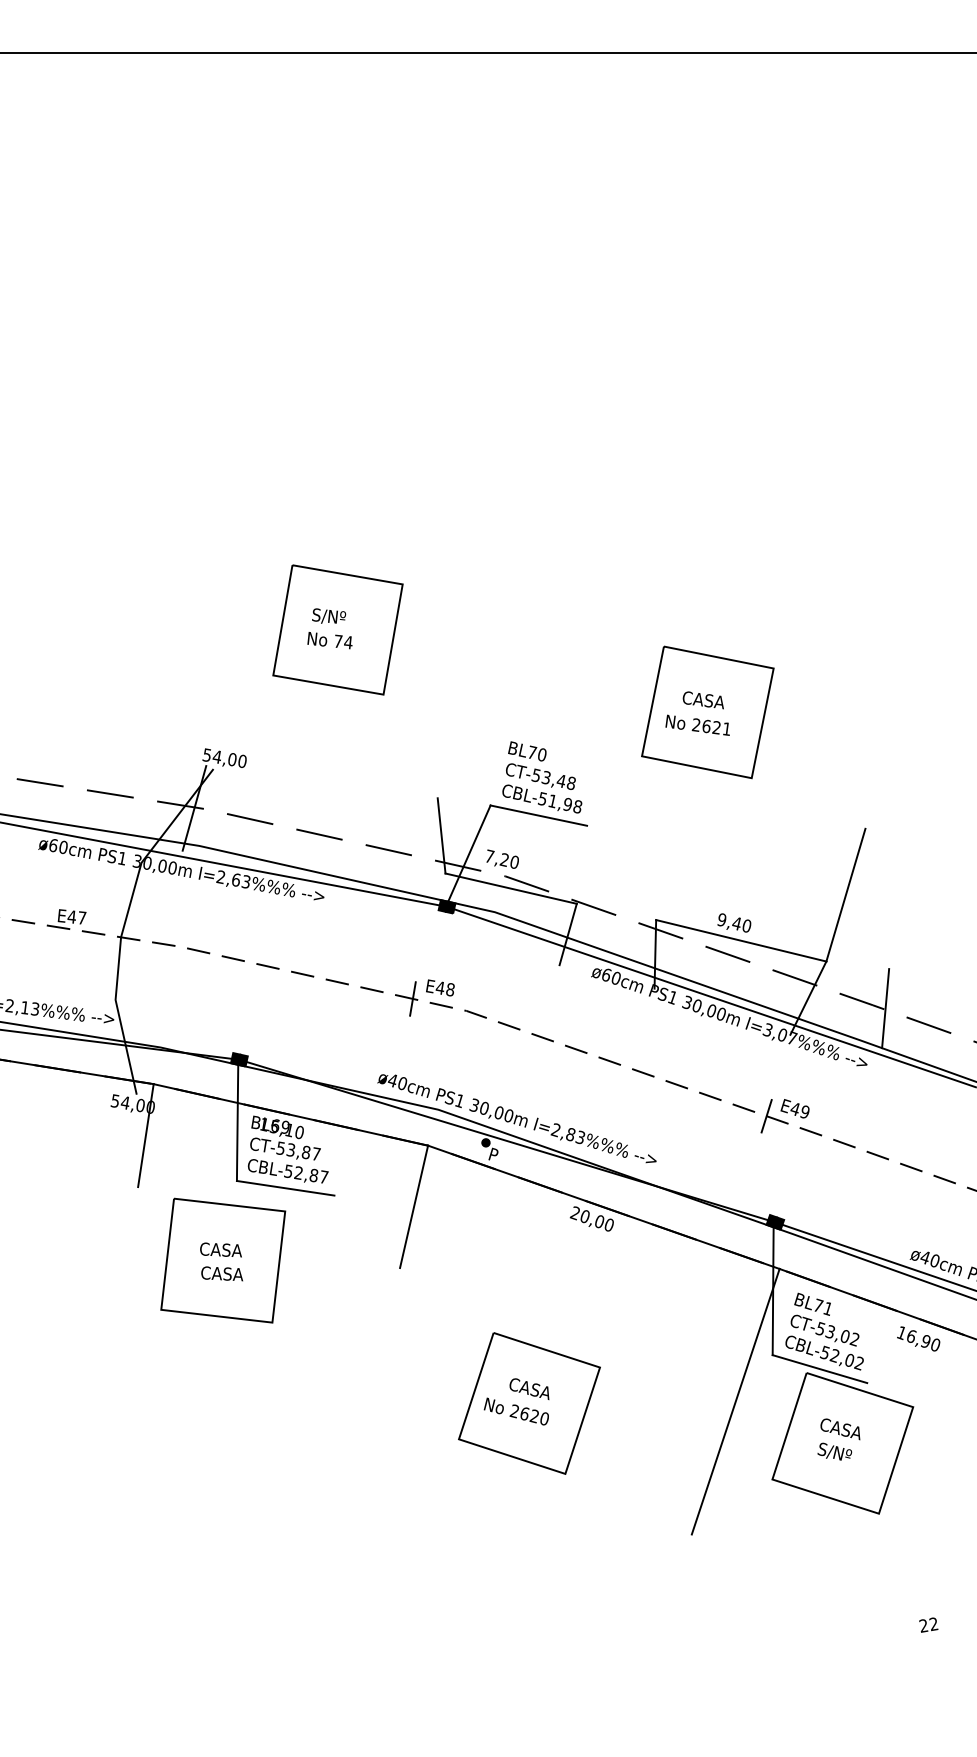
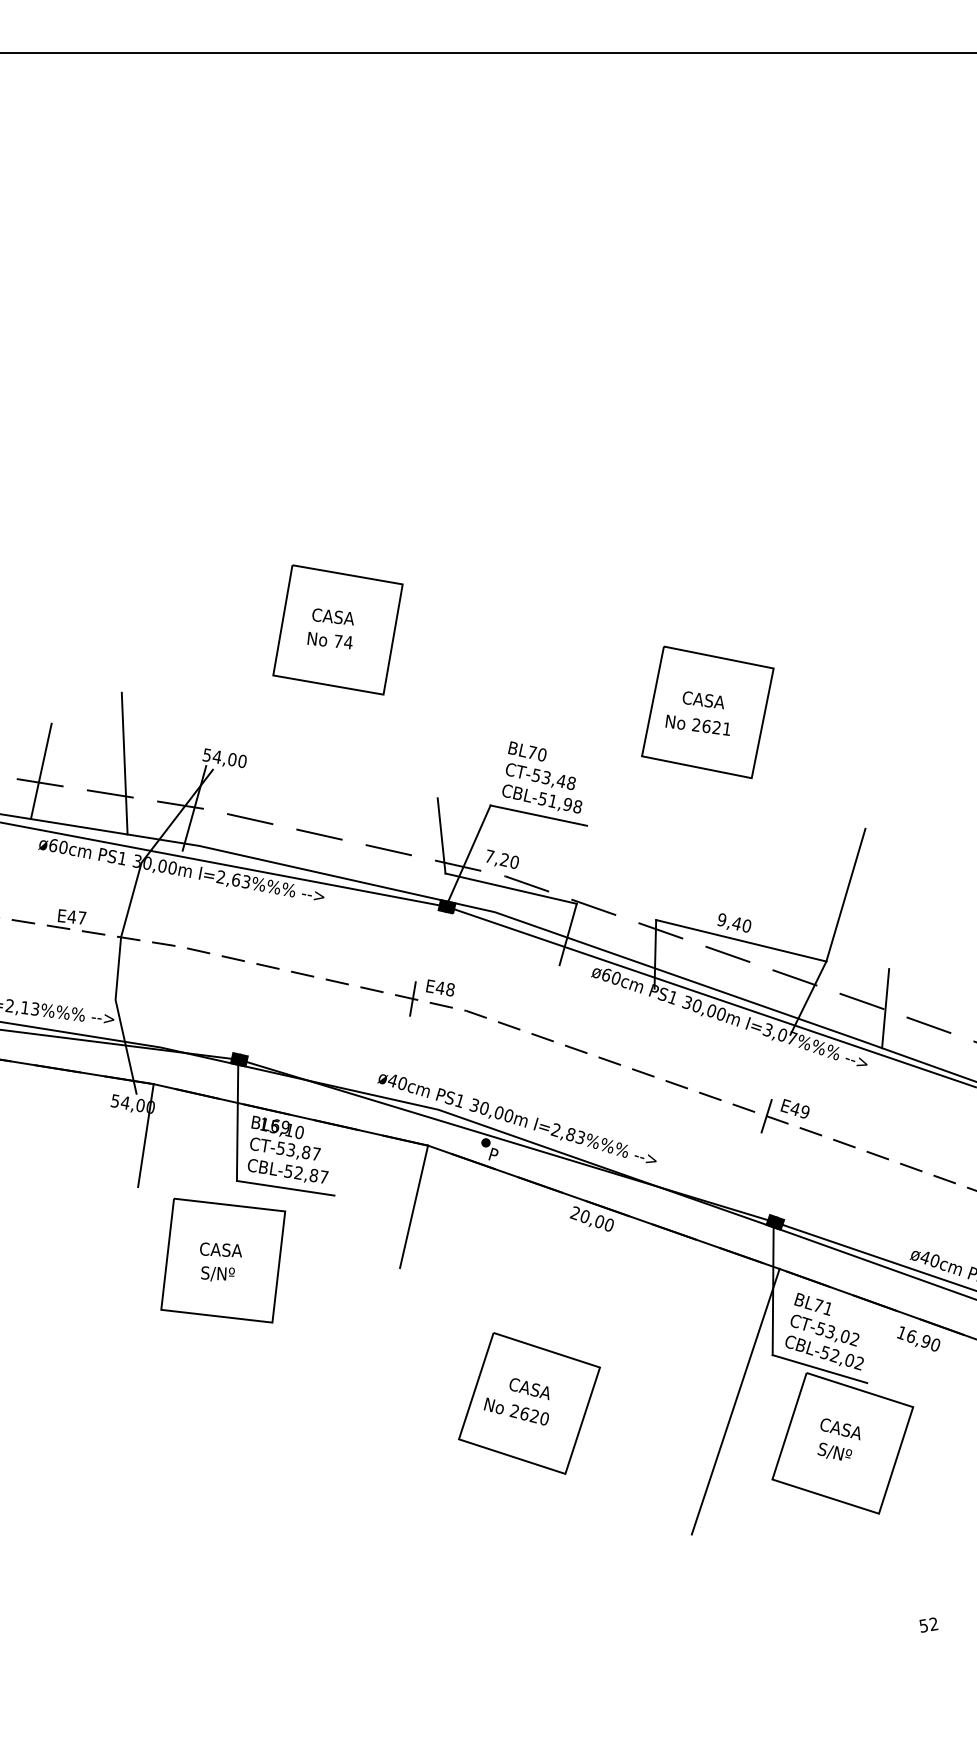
text at (332, 616): S/Nº -> CASA
line at (124, 763): none -> present
line at (41, 770): none -> present
text at (222, 1273): CASA -> S/Nº
text at (923, 1625): 22 -> 52
